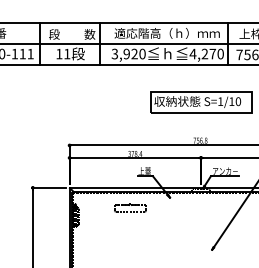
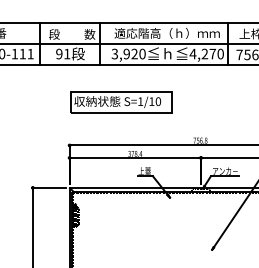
text at (59, 53): 11 -> 91
part at (201, 102) position: (201, 102) -> (121, 102)
part at (130, 207): present -> none
